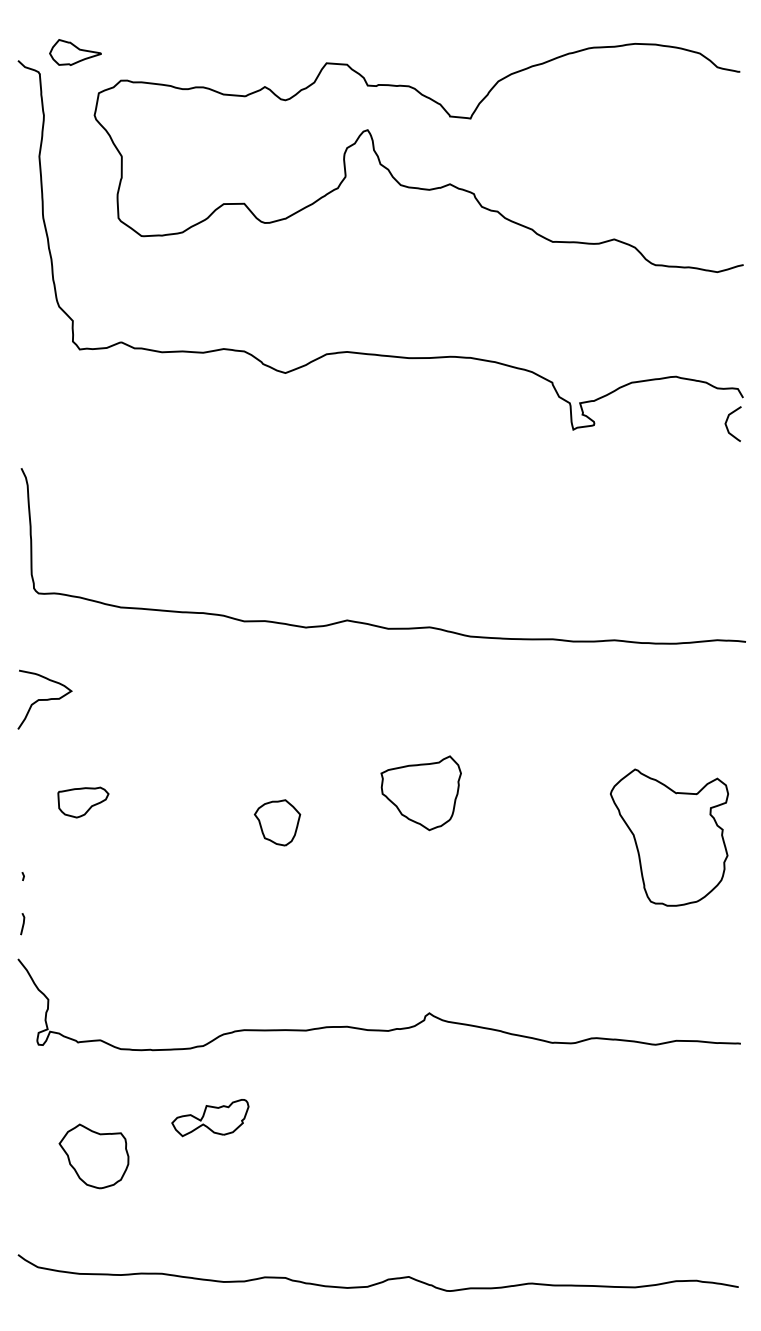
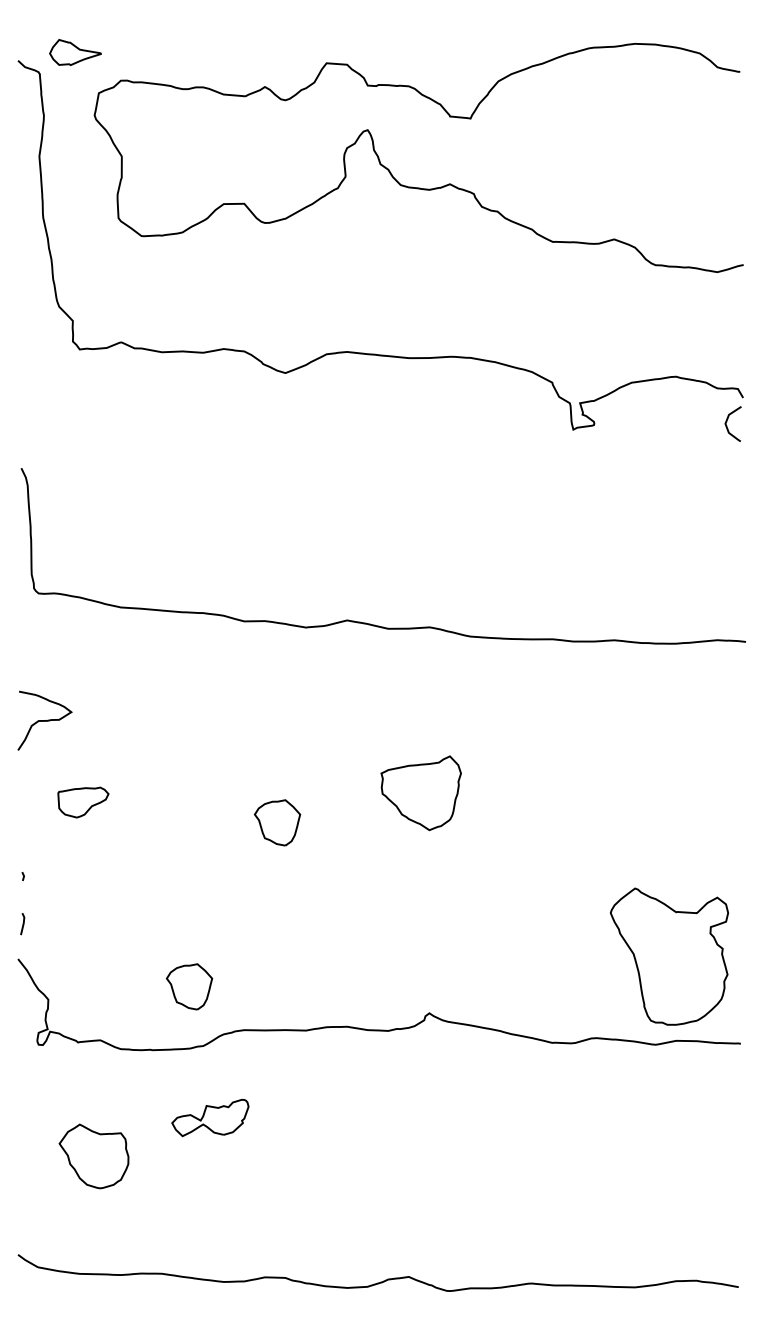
curve at (44, 699) position: (44, 699) -> (44, 720)
part at (669, 837) position: (669, 837) -> (669, 956)
part at (189, 986): none -> present
